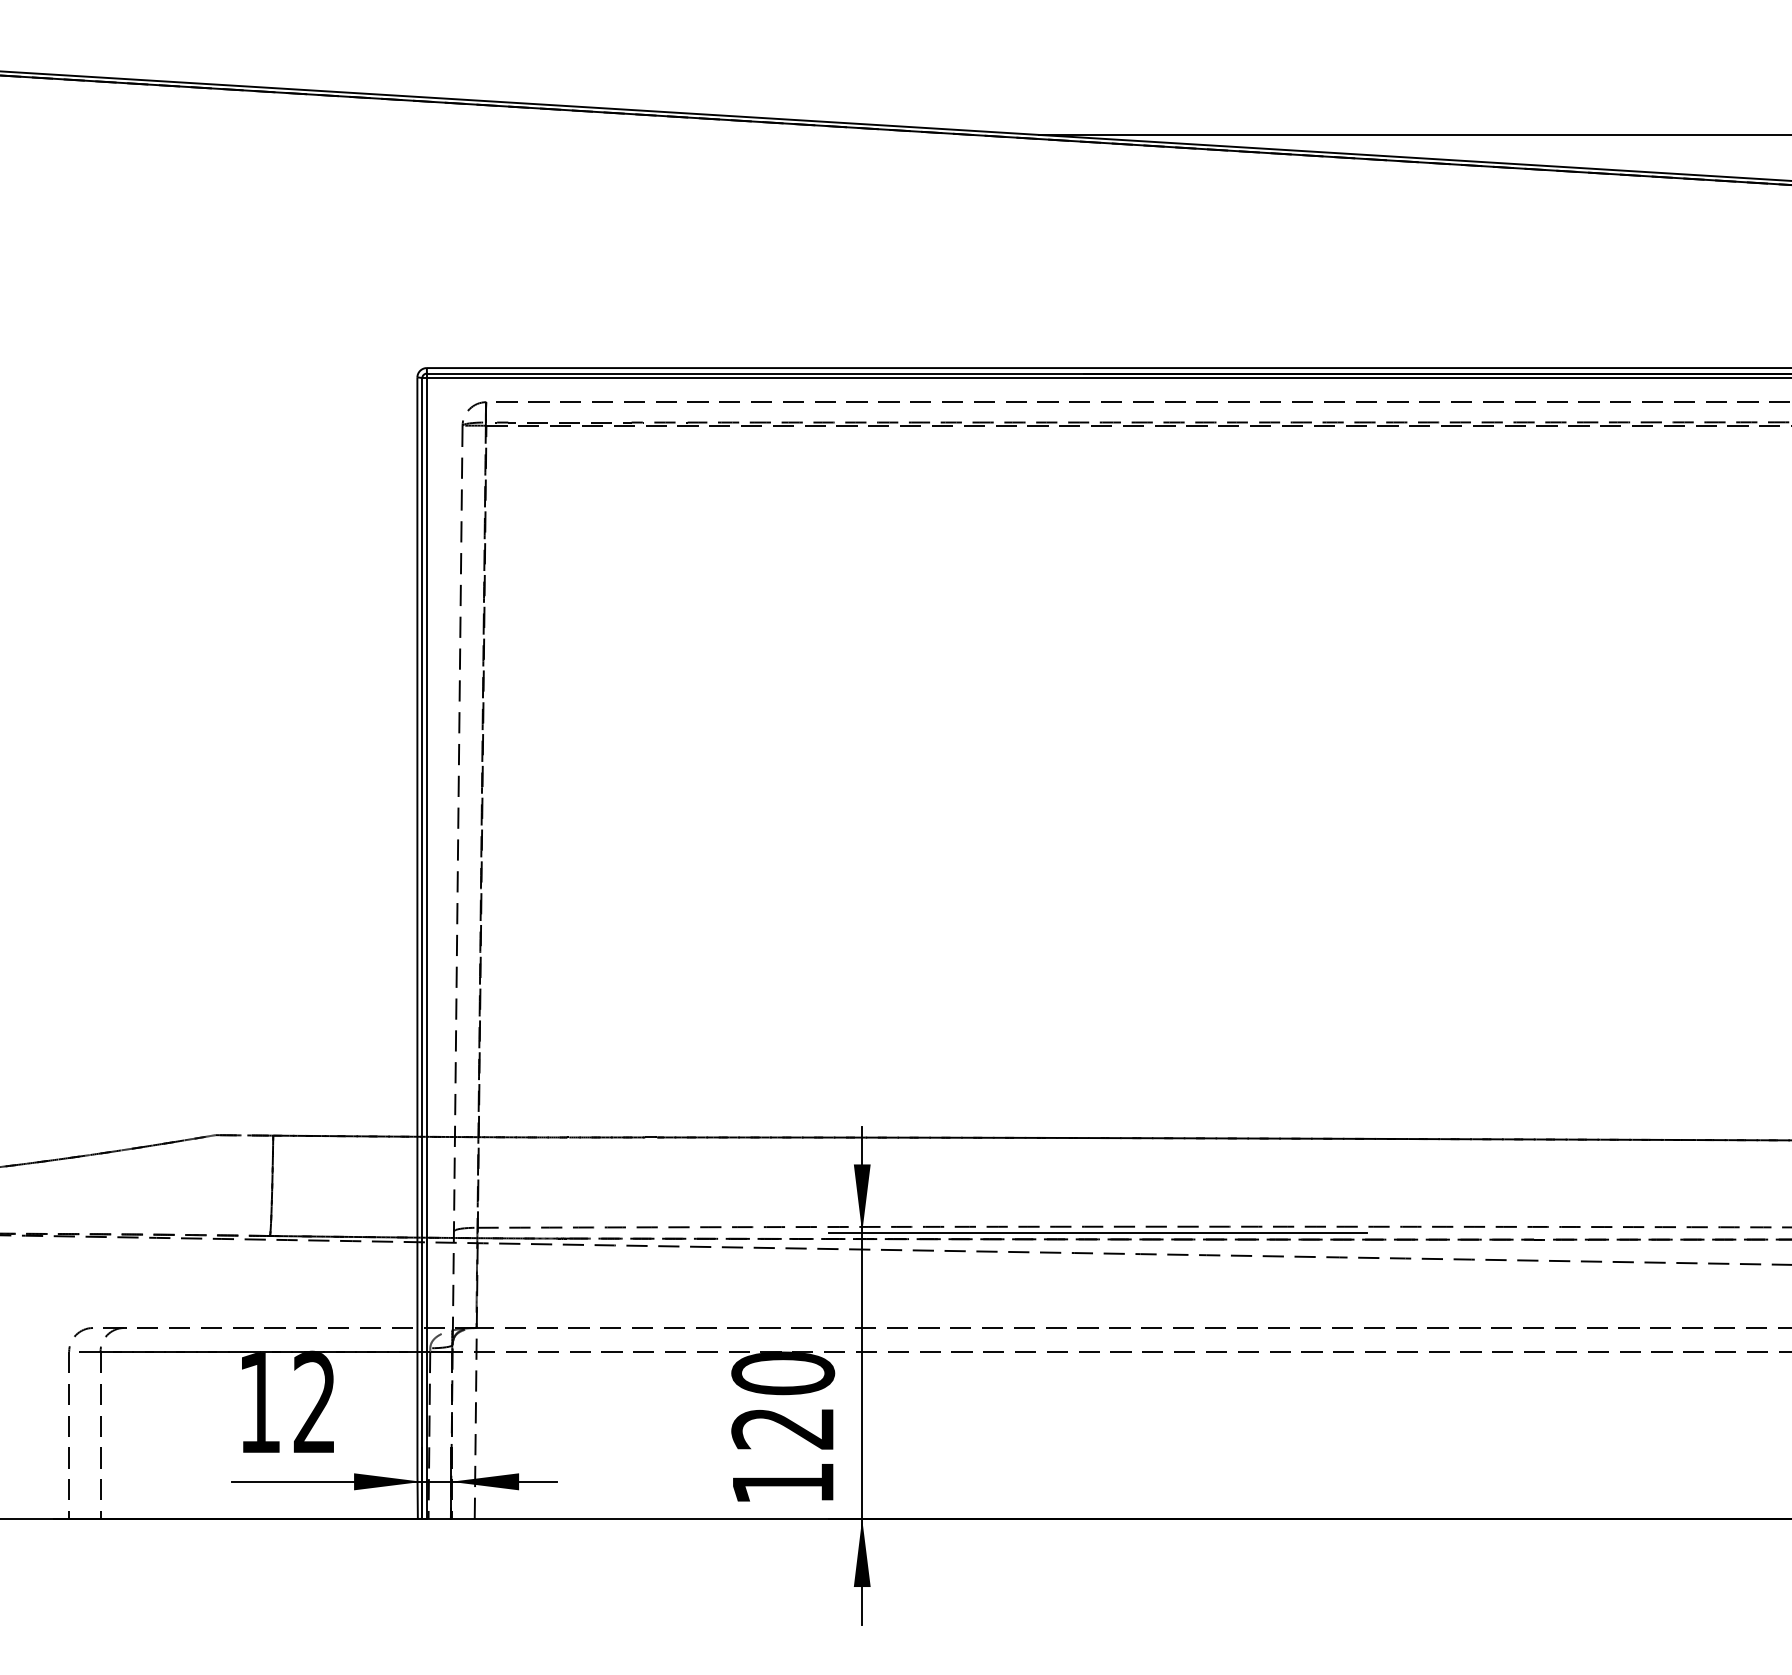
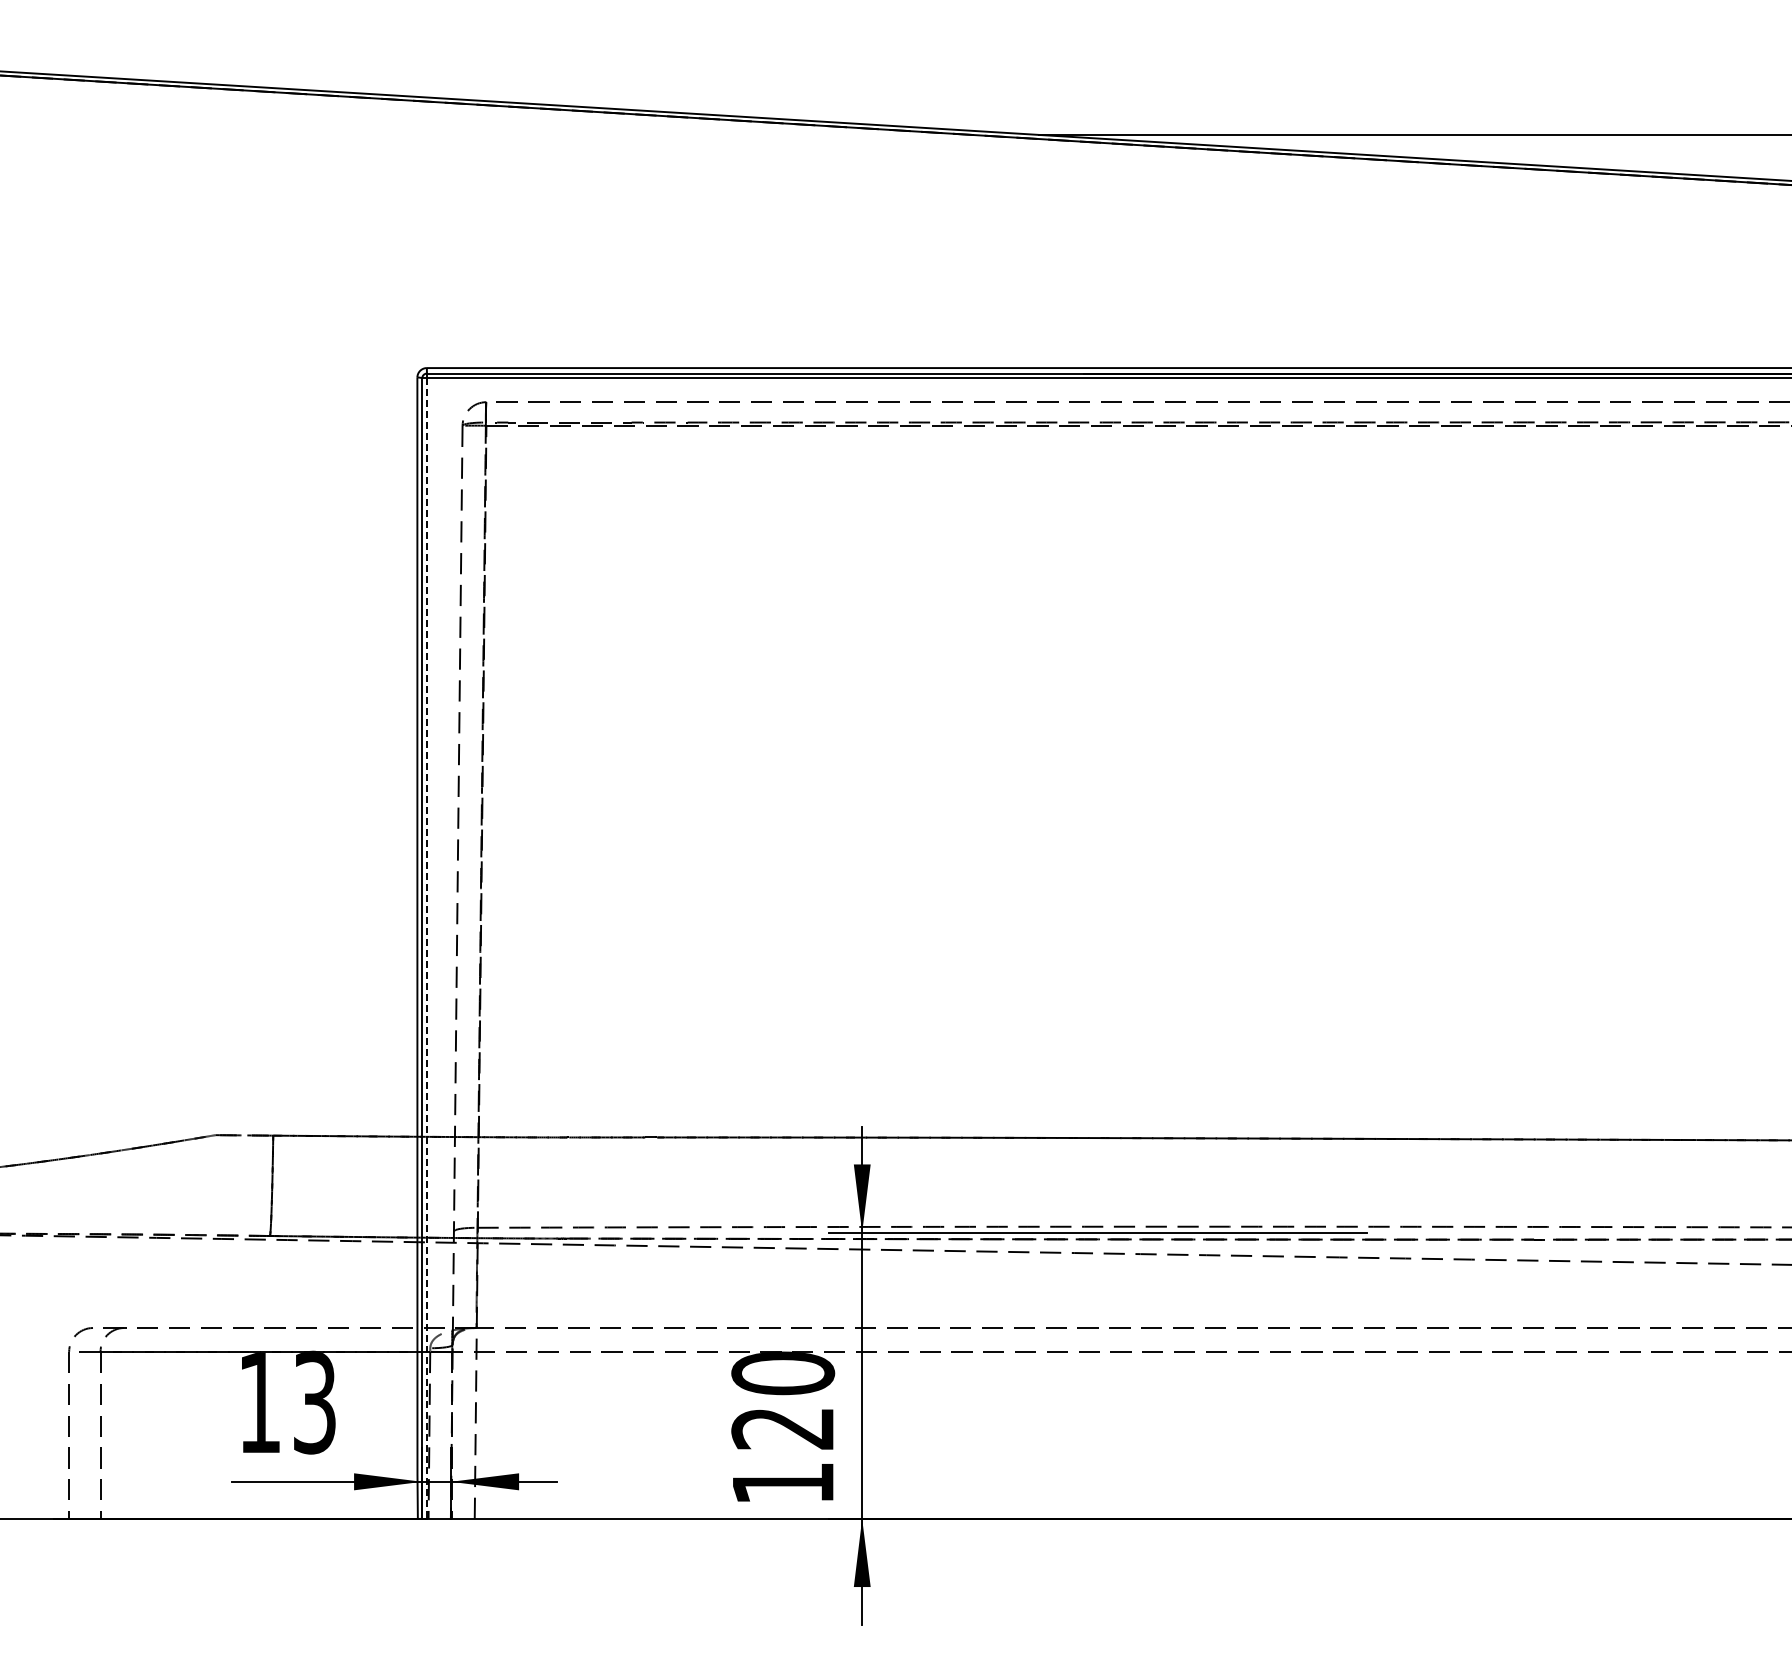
line at (427, 949): solid -> dashed
text at (314, 1402): 12 -> 13
